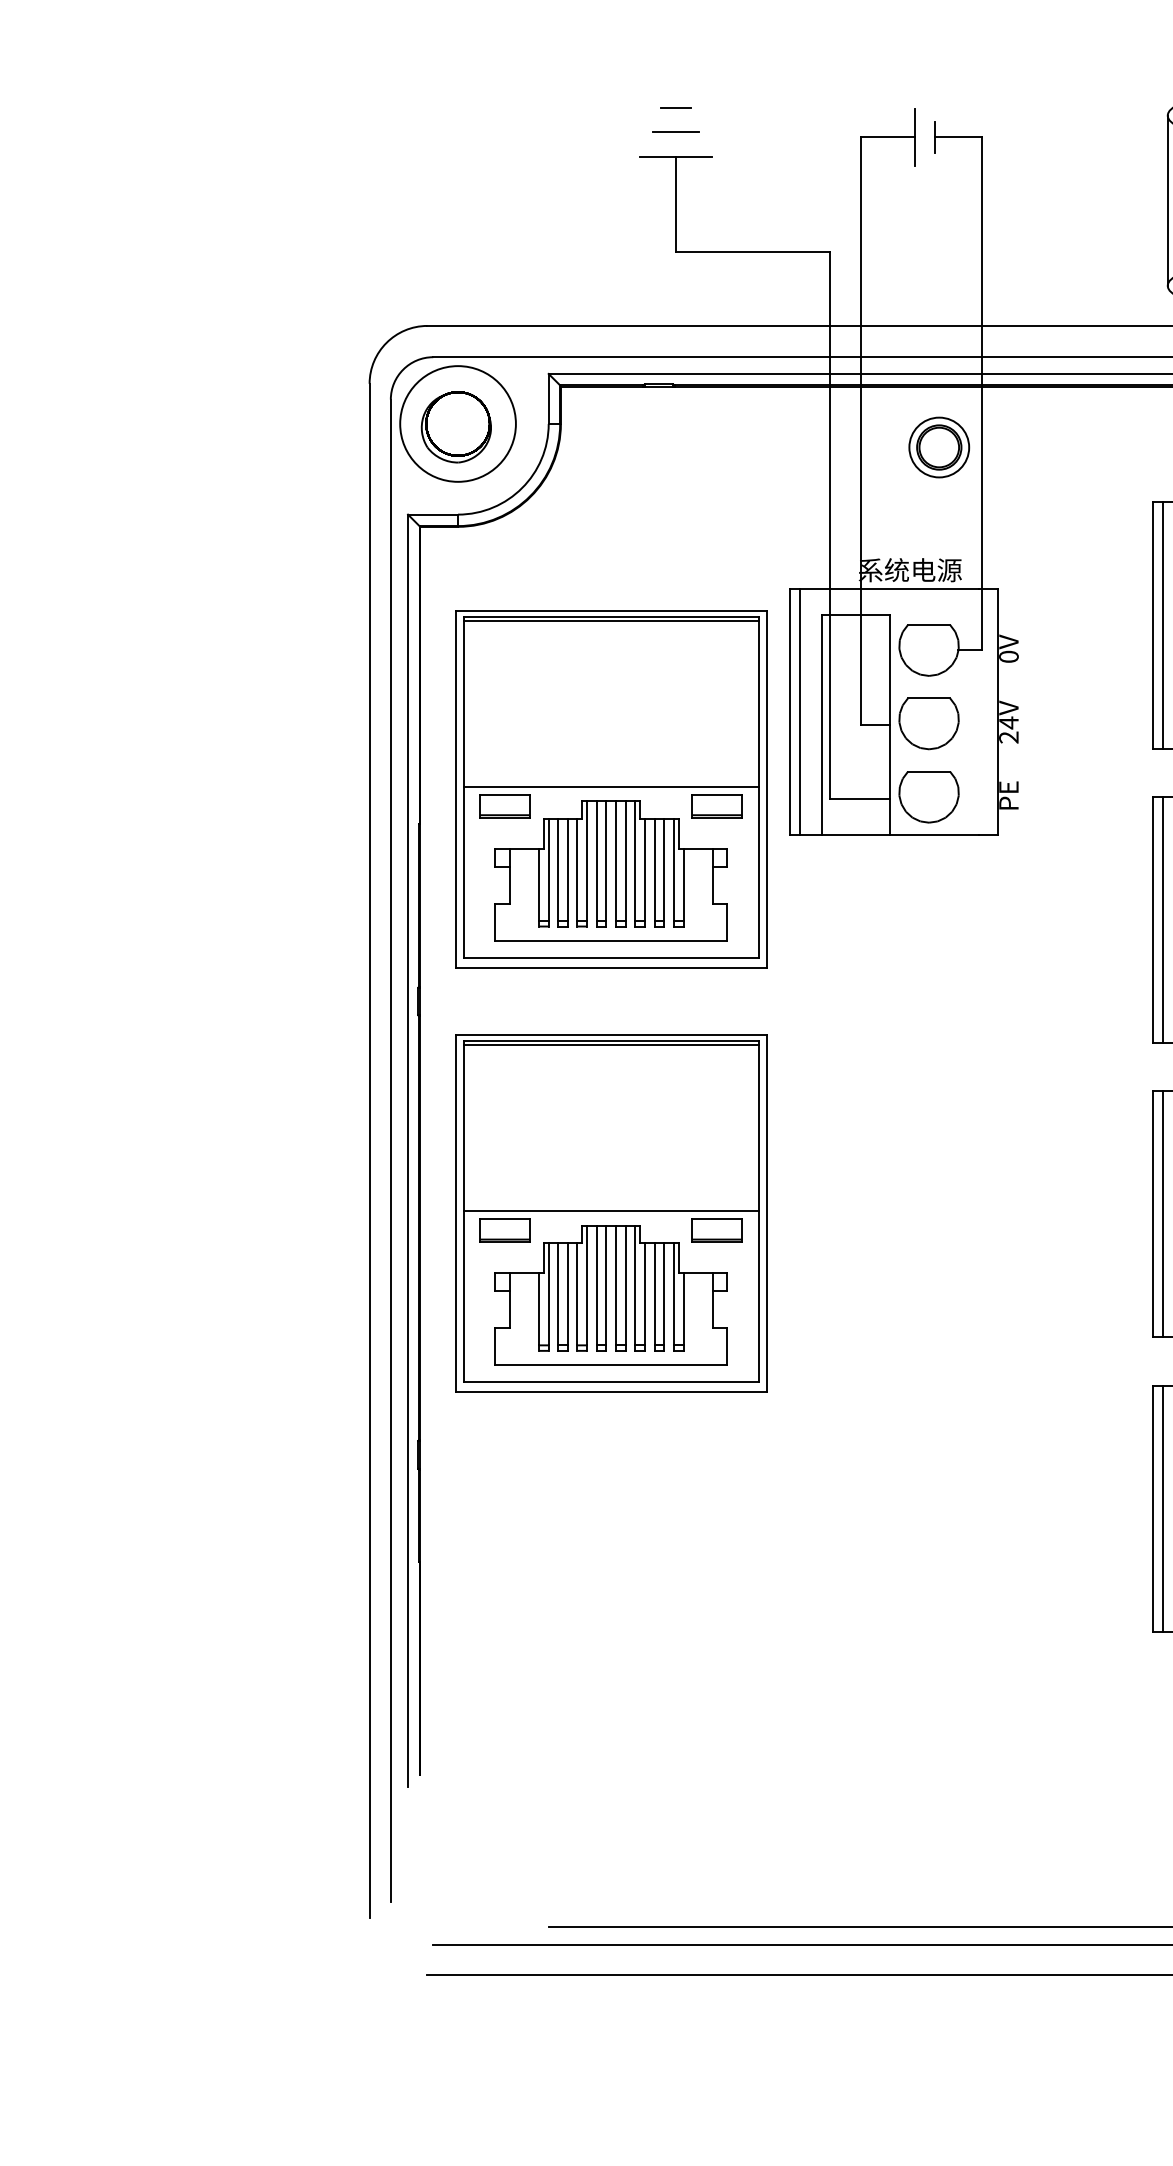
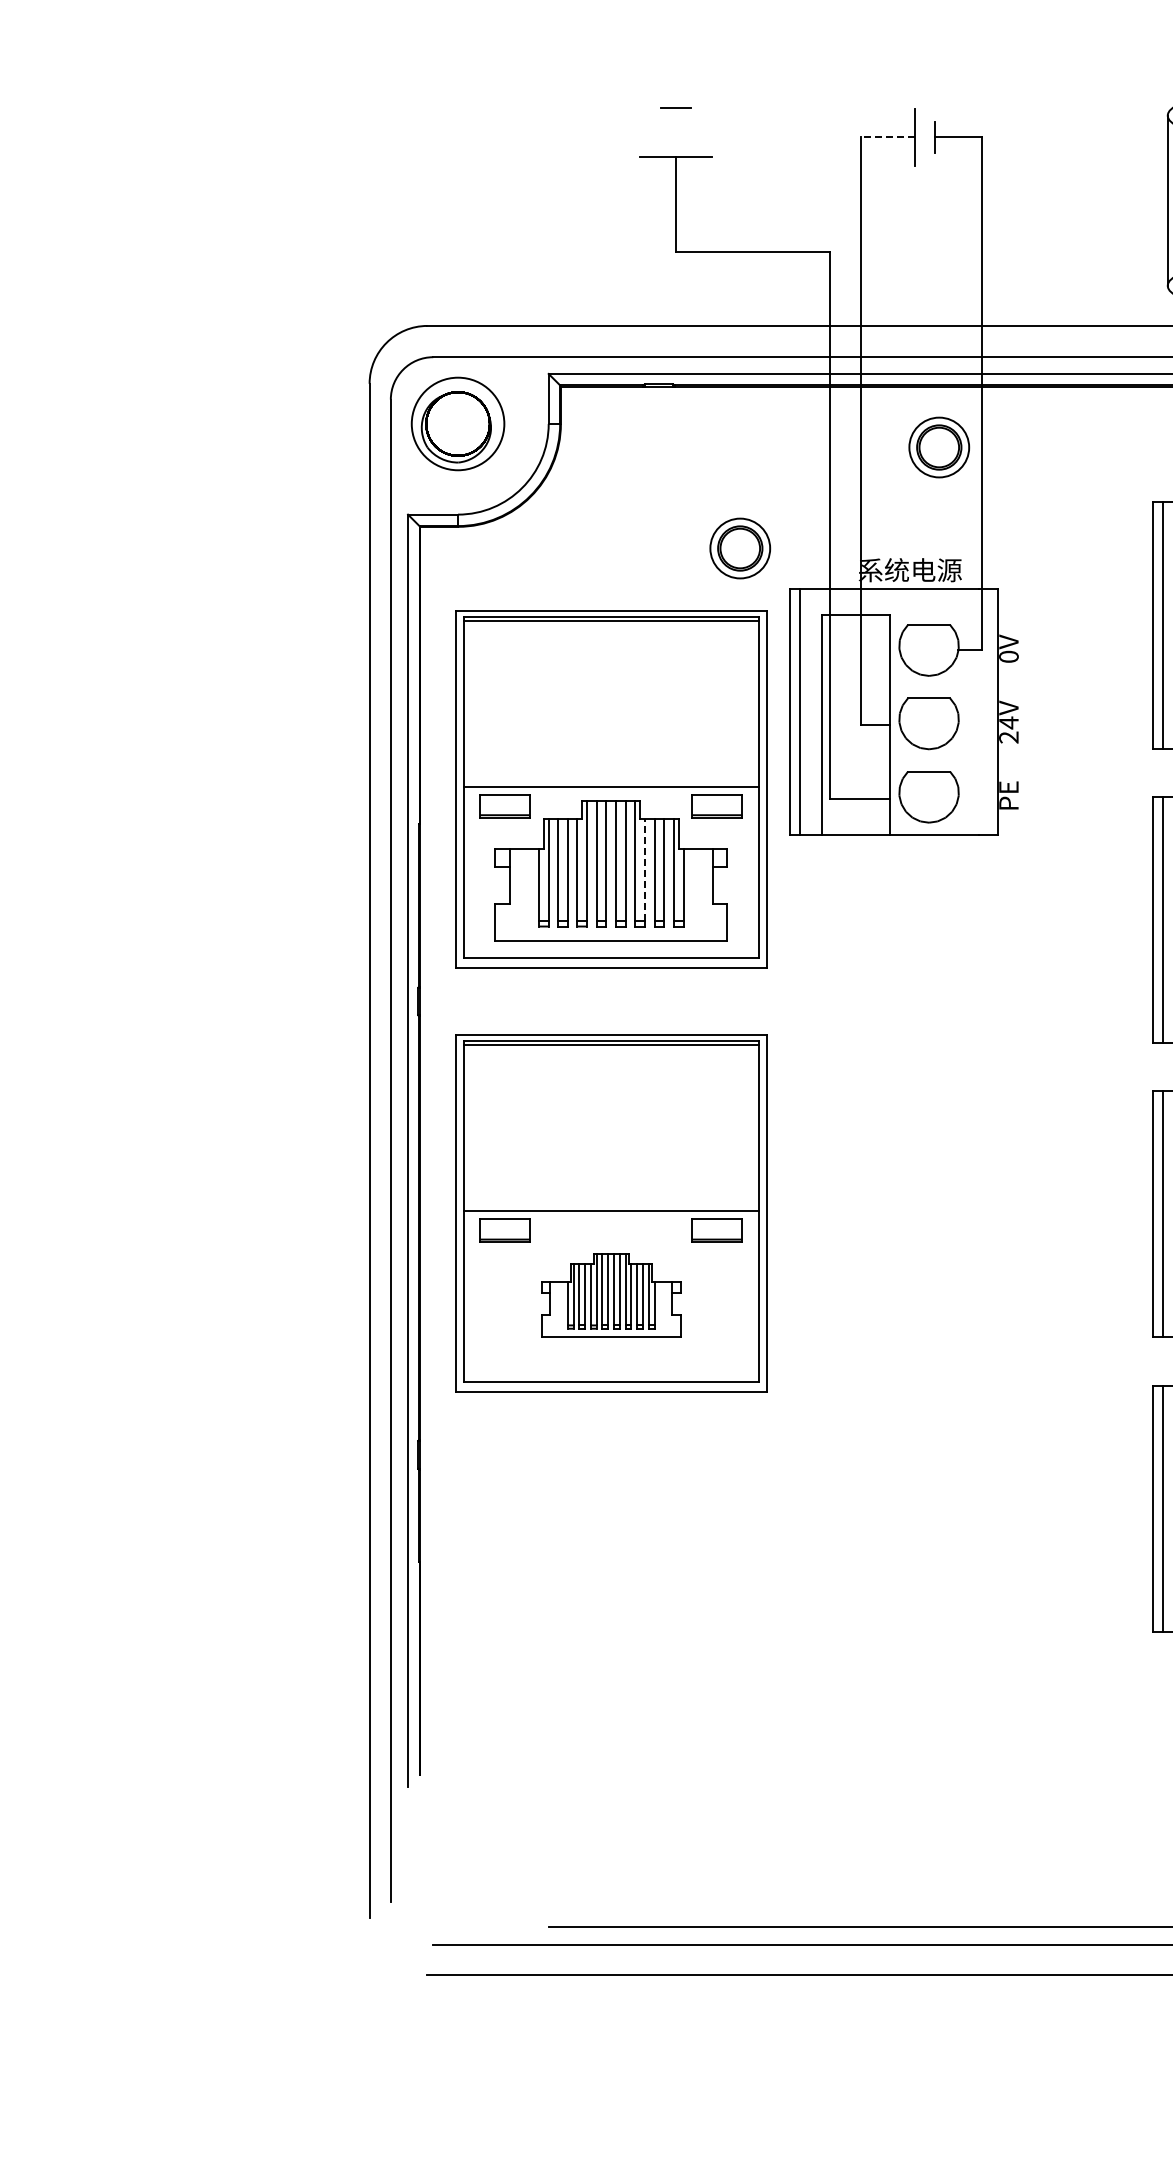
line at (675, 132): present -> none
line at (888, 137): solid -> dashed
circle at (457, 423) diameter: 116 px -> 93 px
part at (740, 548): none -> present
line at (644, 870): solid -> dashed
part at (610, 1295) size: 234x141 px -> 141x85 px
